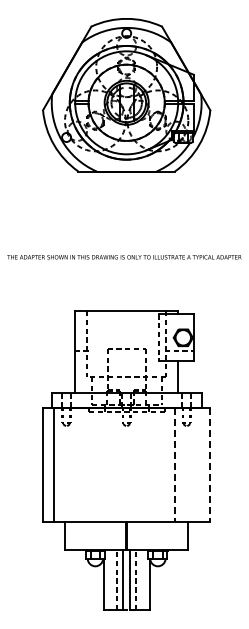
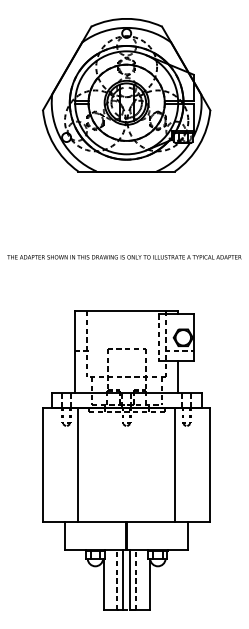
line at (54, 464) position: (54, 464) -> (78, 464)
line at (174, 465): dashed -> solid
line at (210, 465): dashed -> solid
